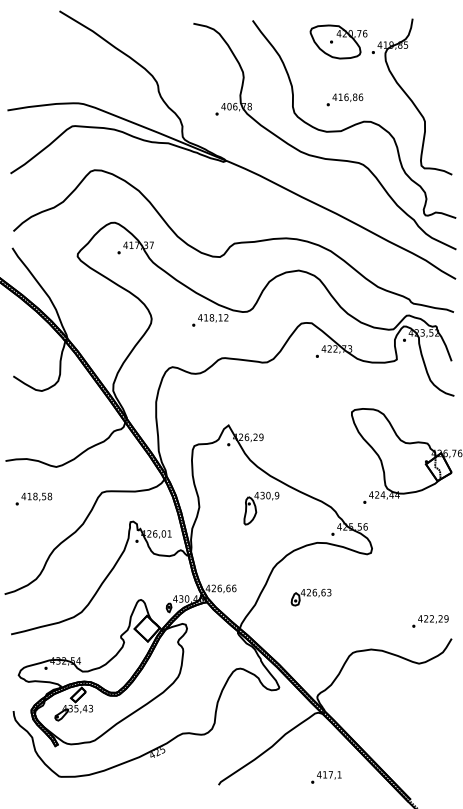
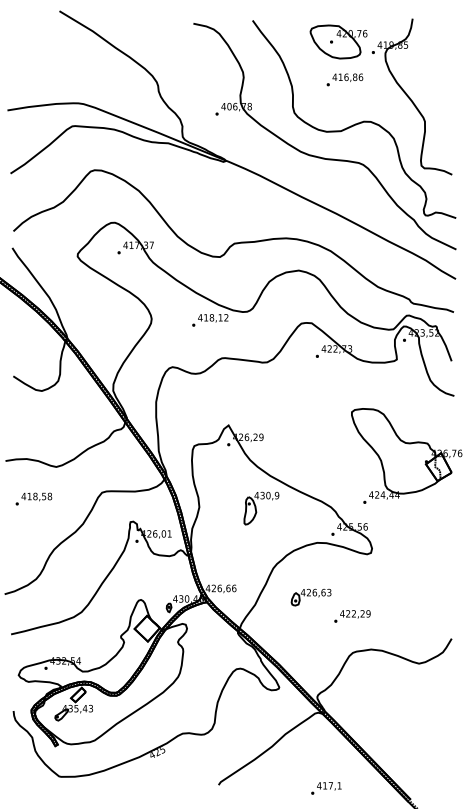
text at (344, 99) position: (344, 99) -> (344, 79)
text at (430, 621) position: (430, 621) -> (352, 616)
text at (326, 777) position: (326, 777) -> (326, 788)
